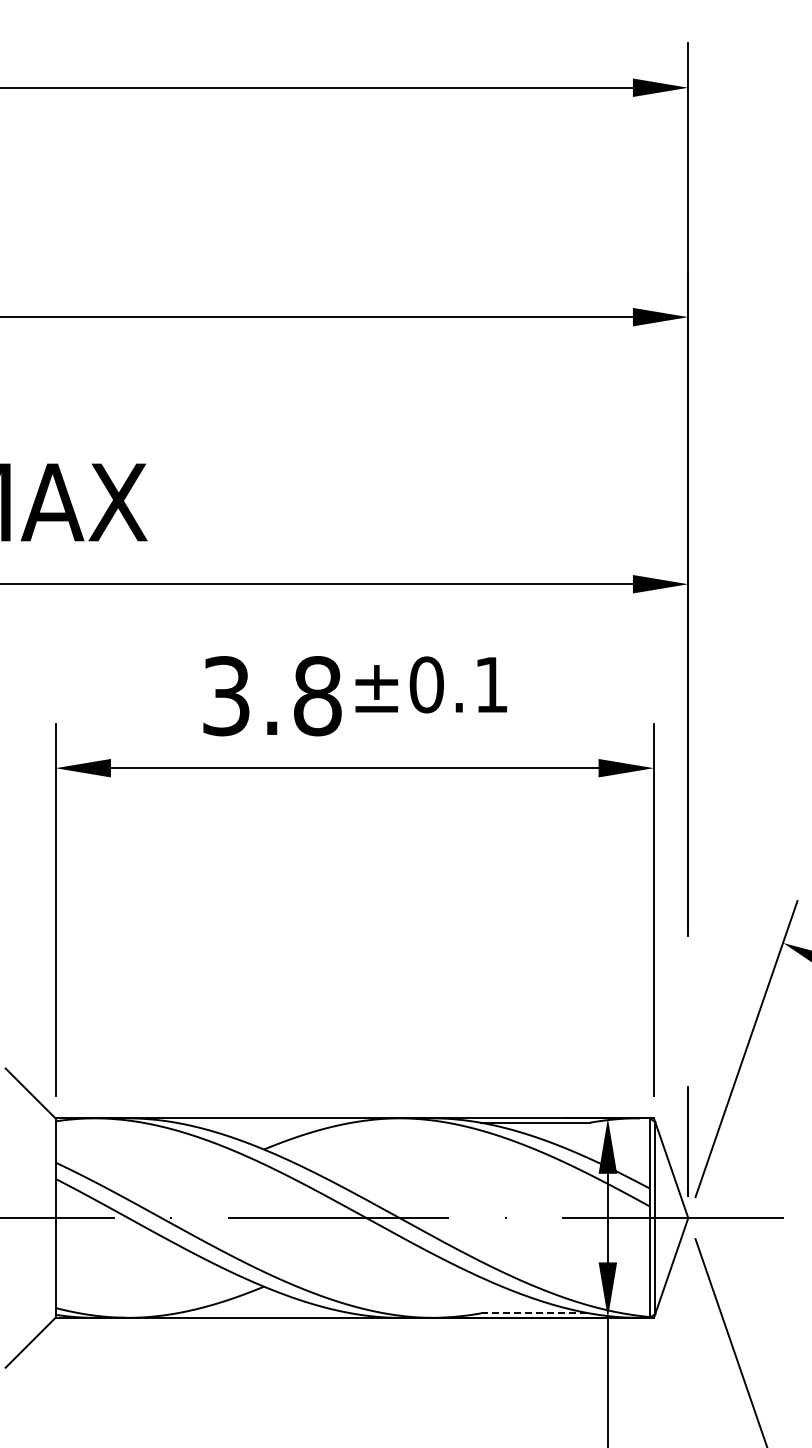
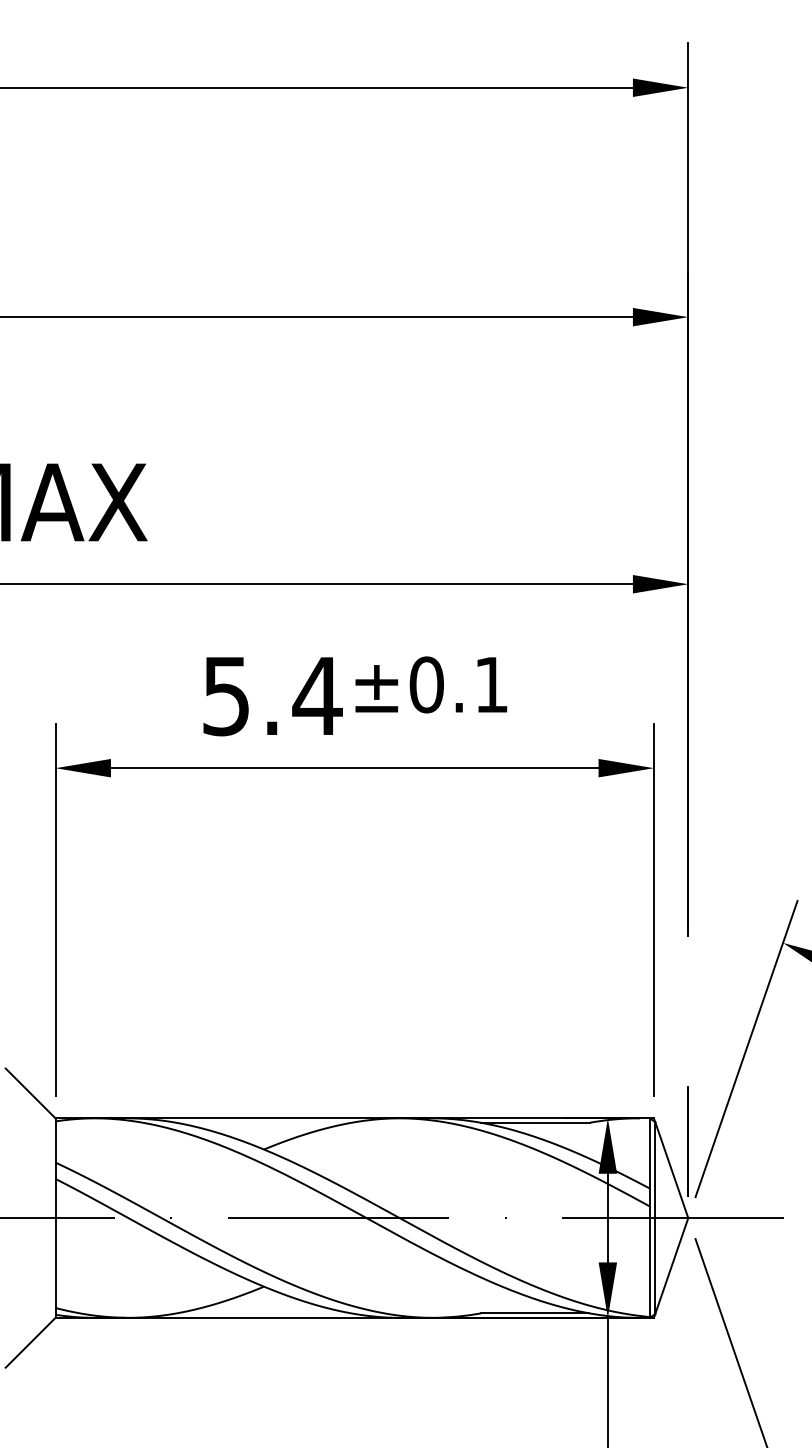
text at (272, 696): 3.8 -> 5.4
line at (535, 1313): dashed -> solid
